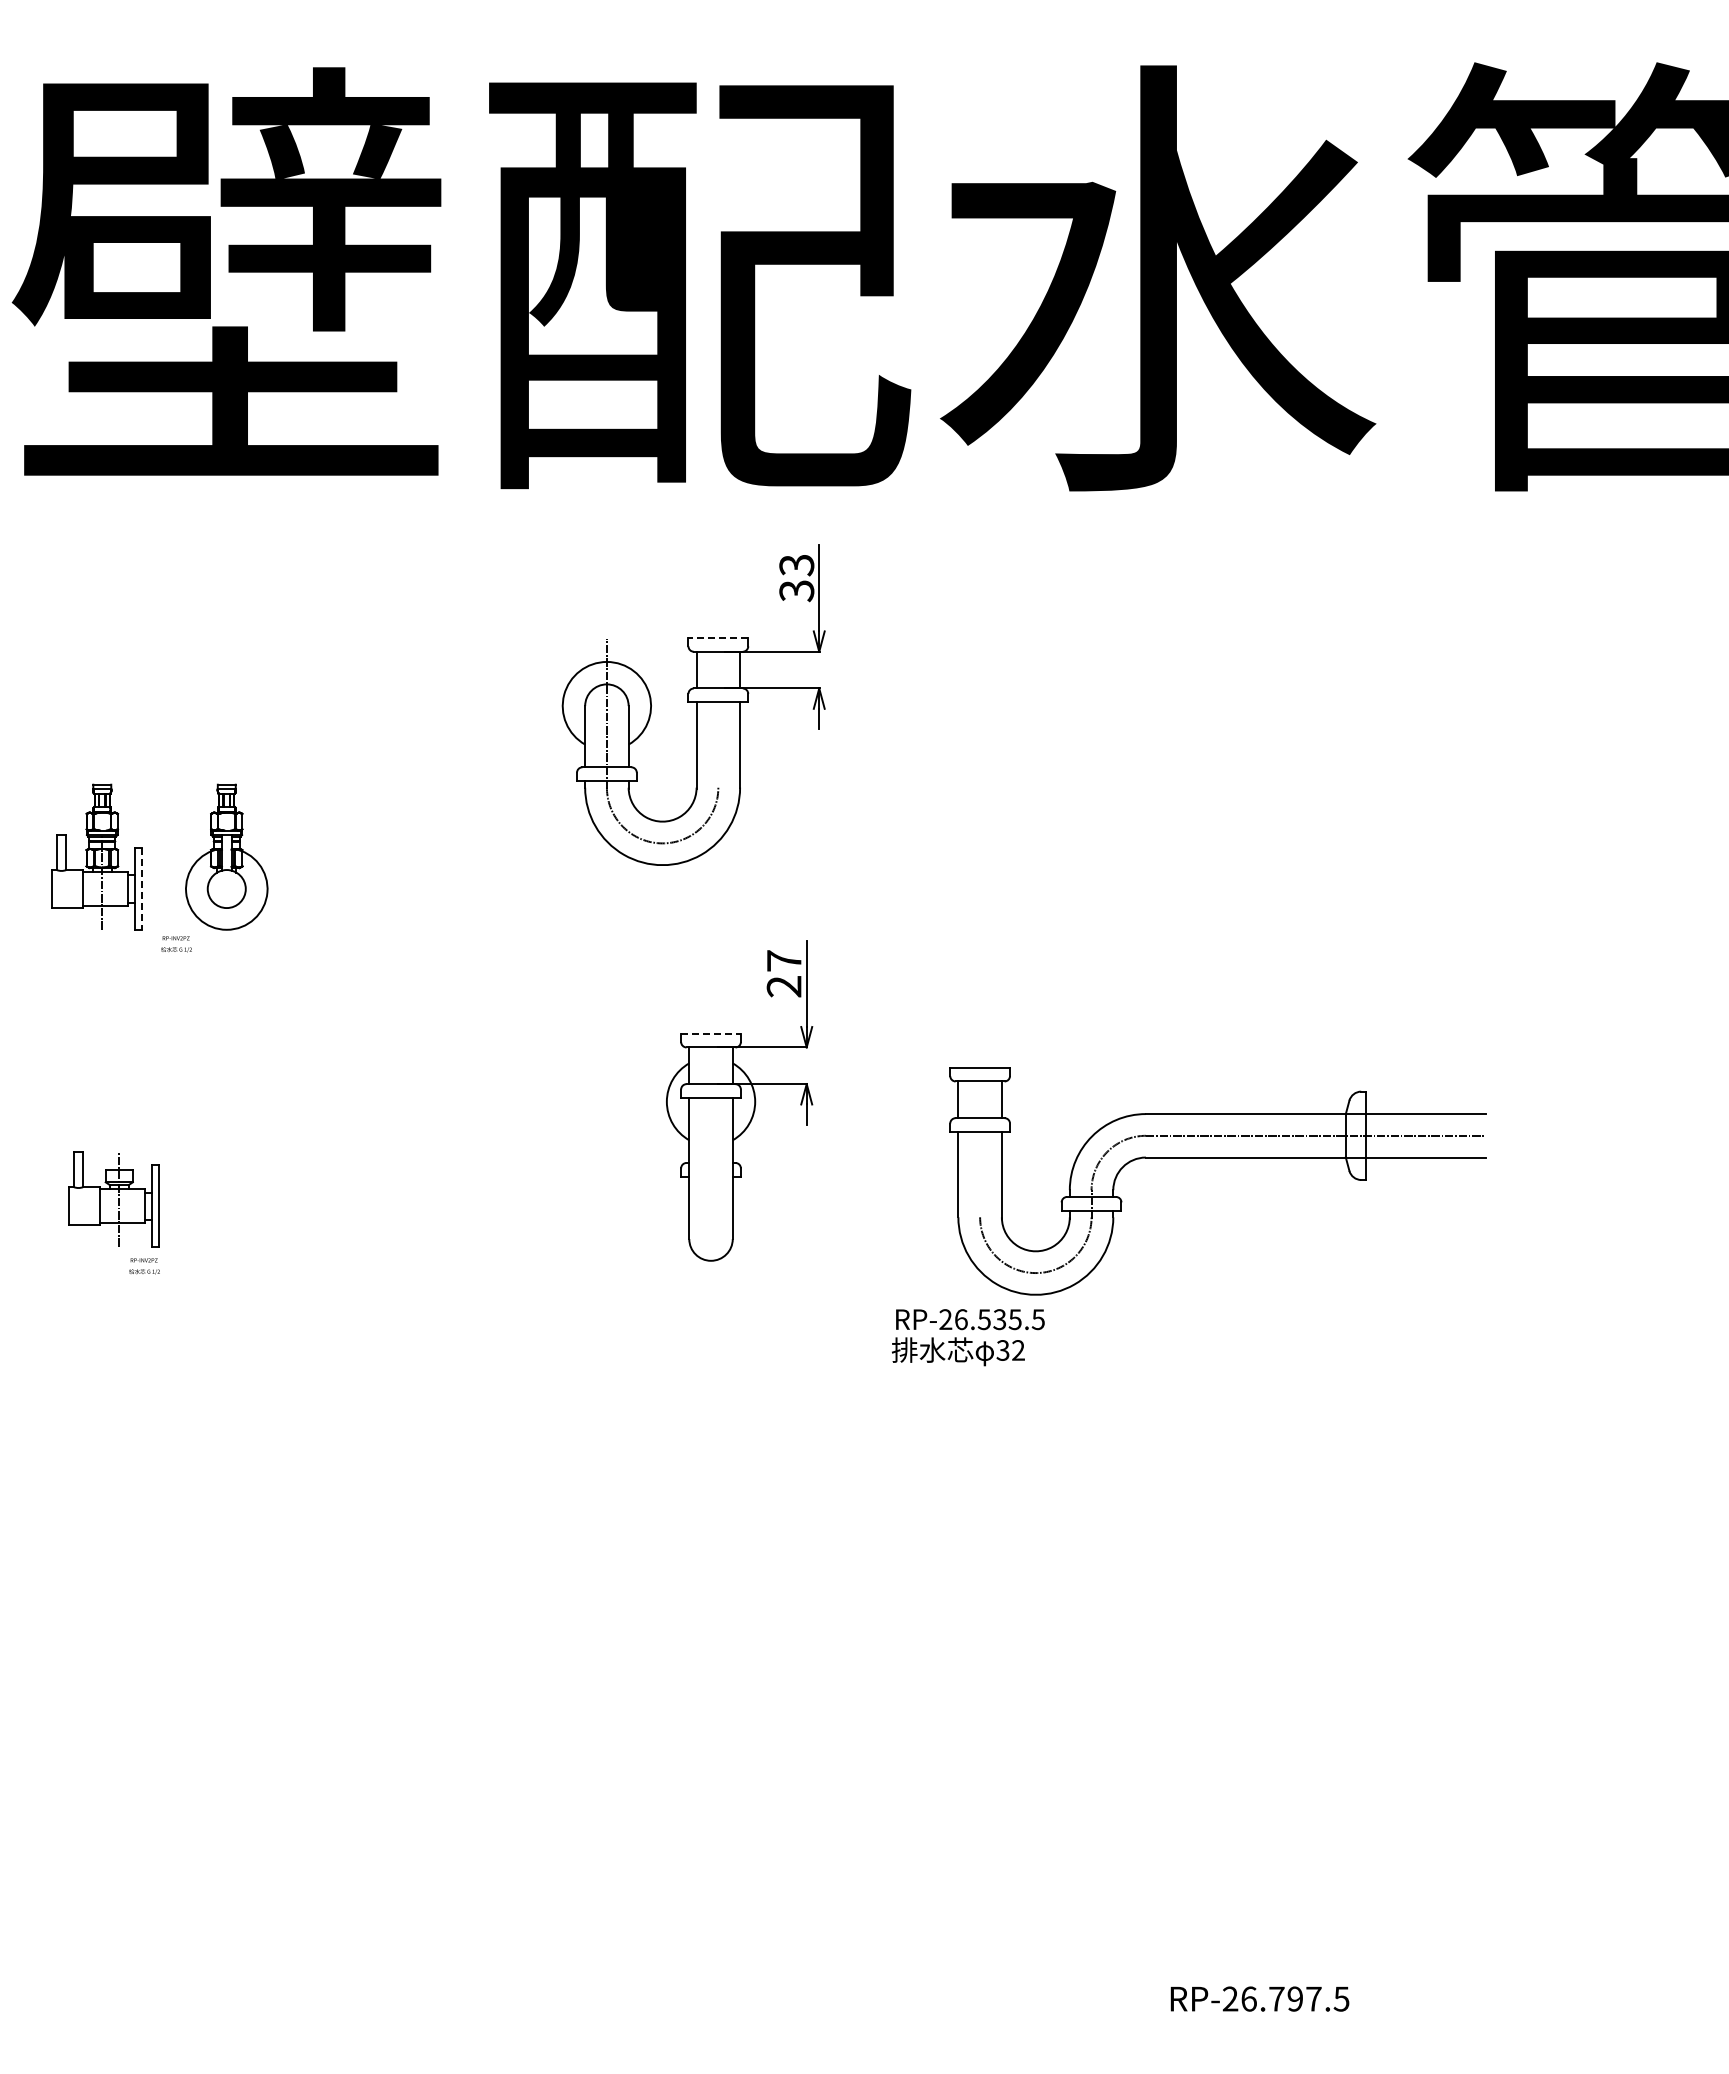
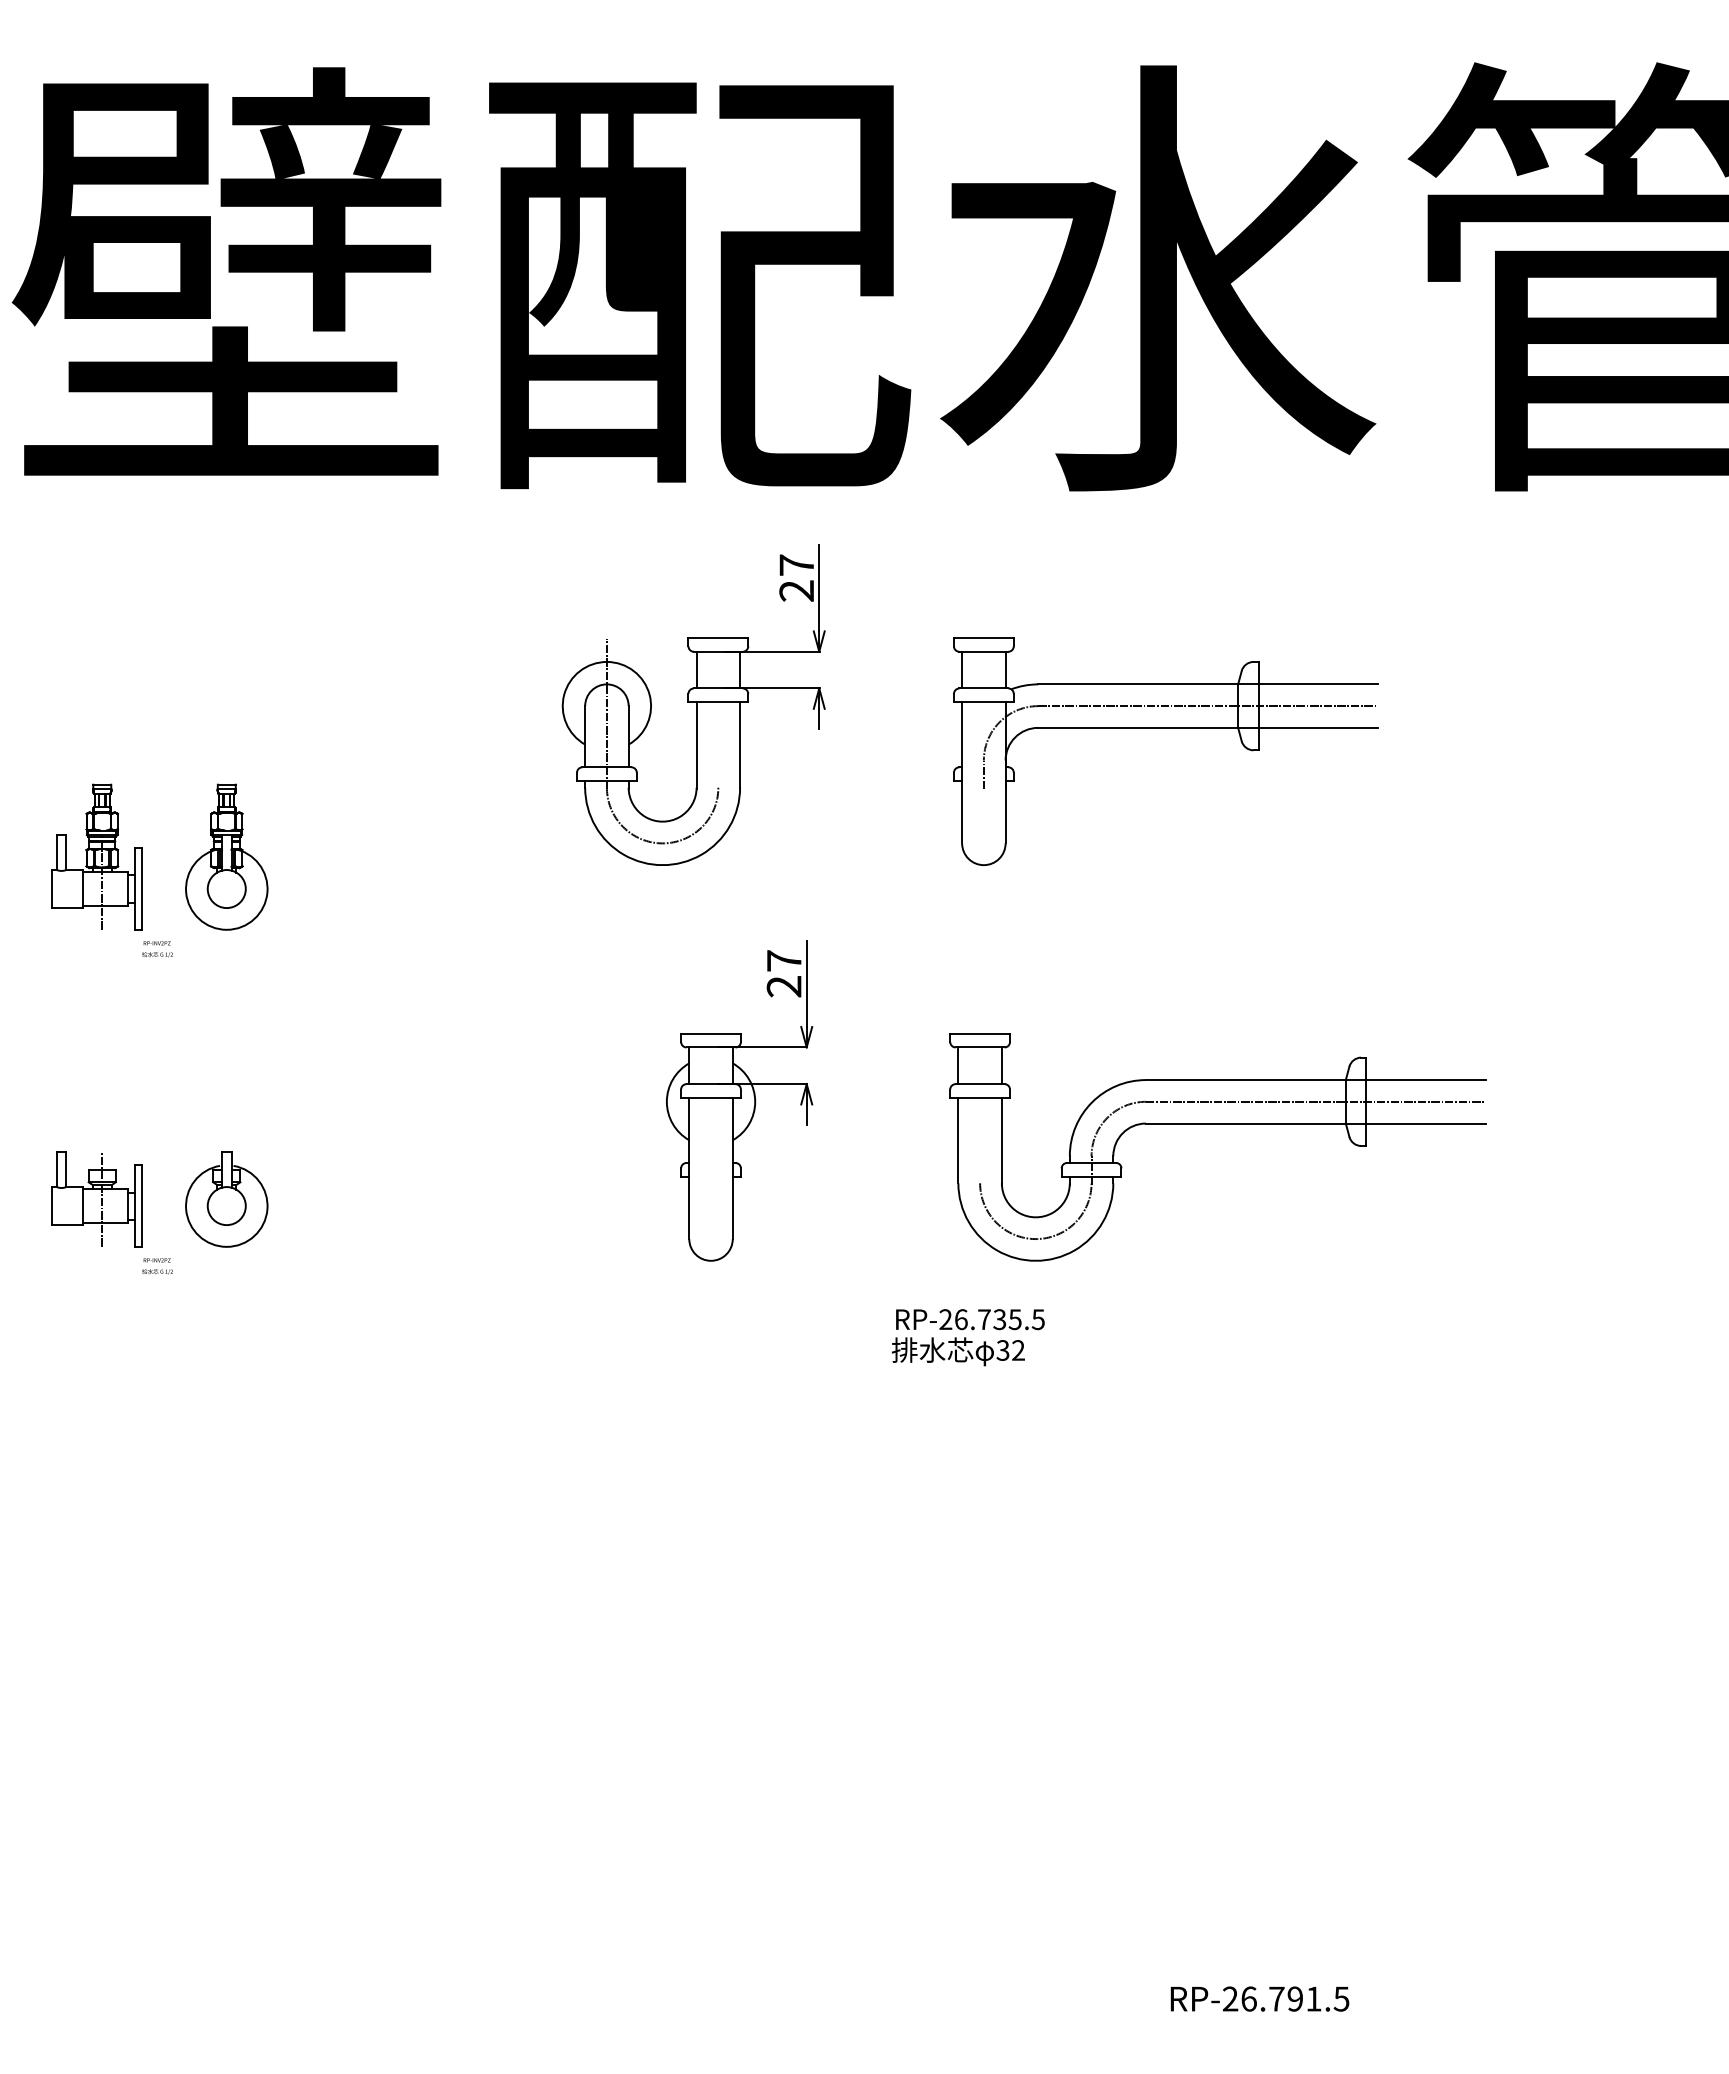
text at (796, 578): 33 -> 27
line at (718, 638): dashed -> solid
part at (1165, 728): none -> present
line at (141, 889): dashed -> solid
text at (176, 944) position: (176, 944) -> (157, 949)
line at (711, 1033): dashed -> solid
part at (1217, 1158) position: (1217, 1158) -> (1217, 1124)
part at (113, 1199) position: (113, 1199) -> (96, 1199)
part at (226, 1199): none -> present
text at (144, 1266) position: (144, 1266) -> (157, 1266)
text at (983, 1319): RP-26.535.5 -> RP-26.735.5
text at (1313, 1998): RP-26.797.5 -> RP-26.791.5
